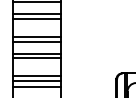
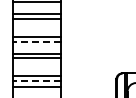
line at (36, 41): solid -> dashed
line at (36, 80): solid -> dashed
